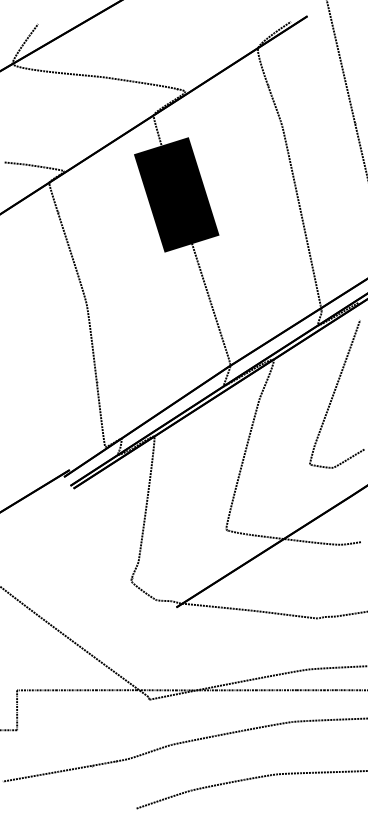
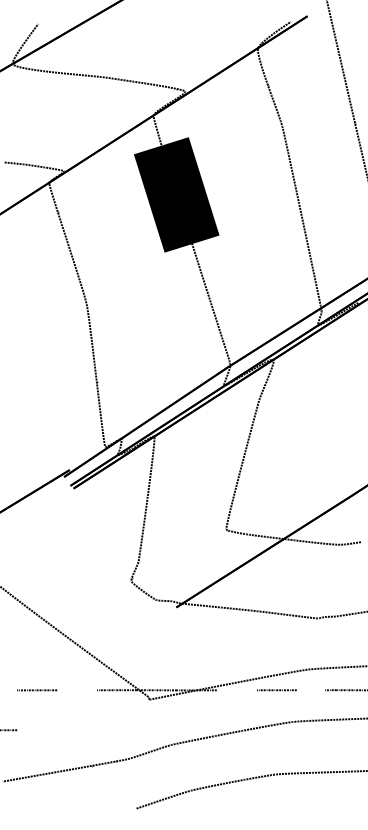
curve at (335, 392): present -> none
line at (77, 690): present -> none
line at (236, 690): present -> none
line at (310, 690): present -> none
line at (17, 710): present -> none
